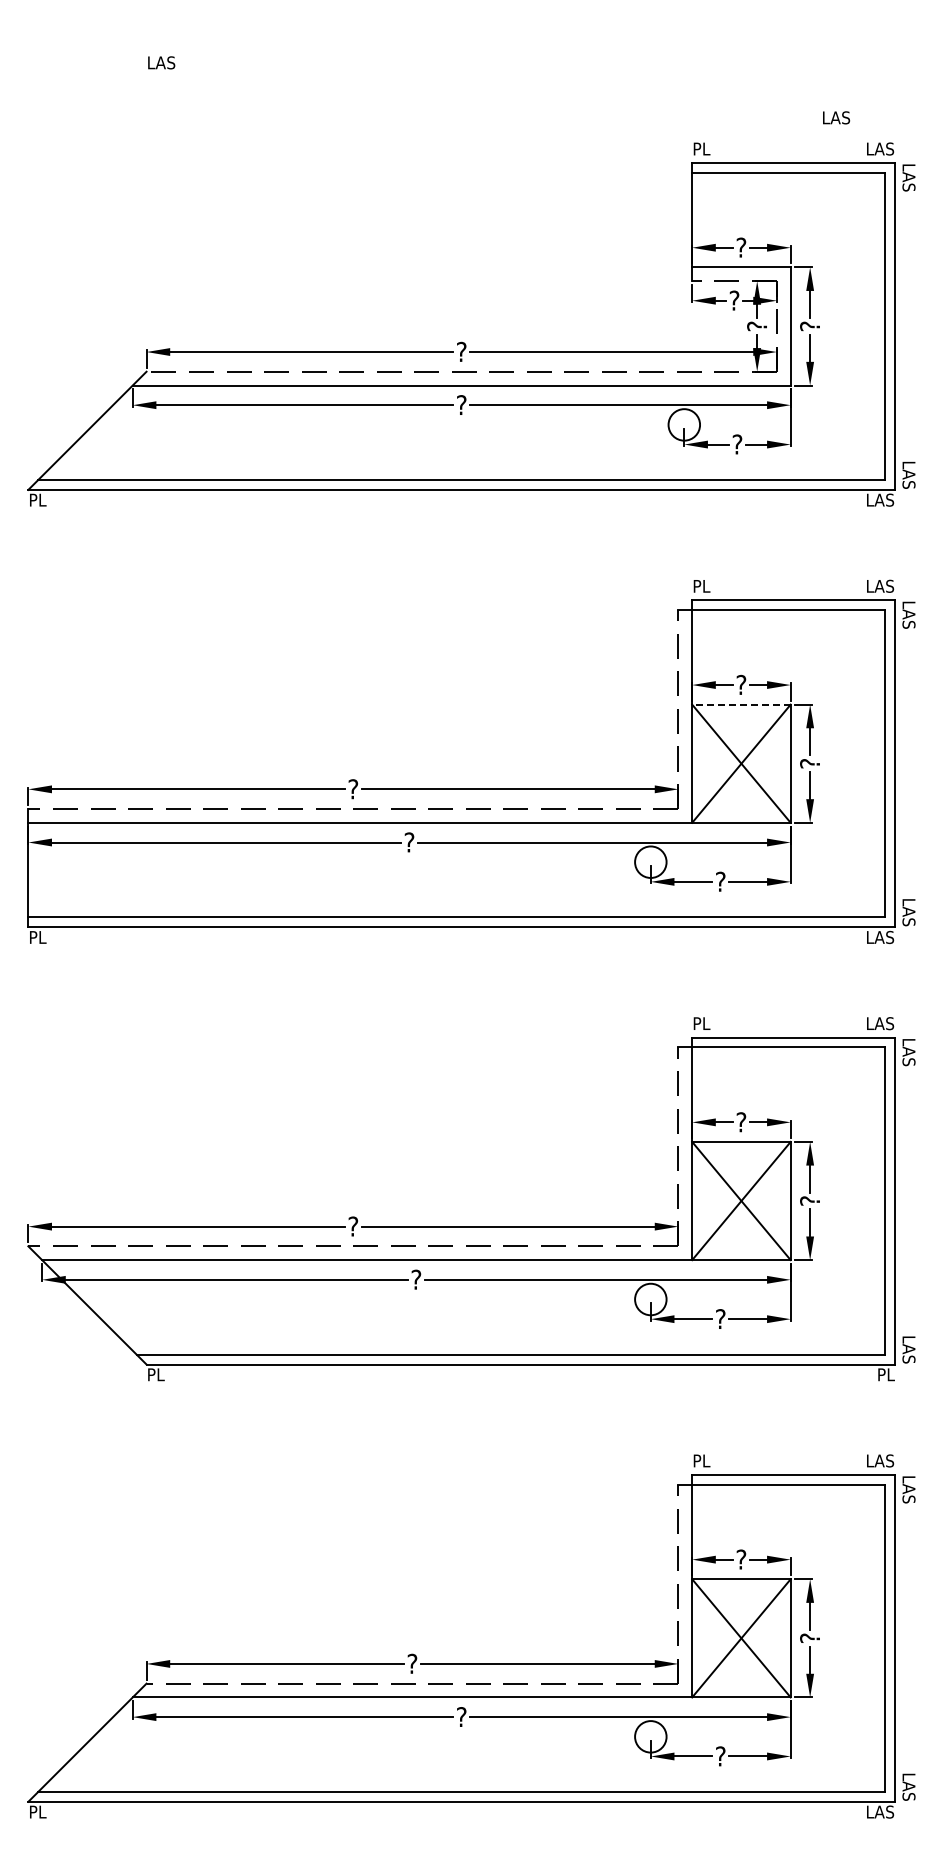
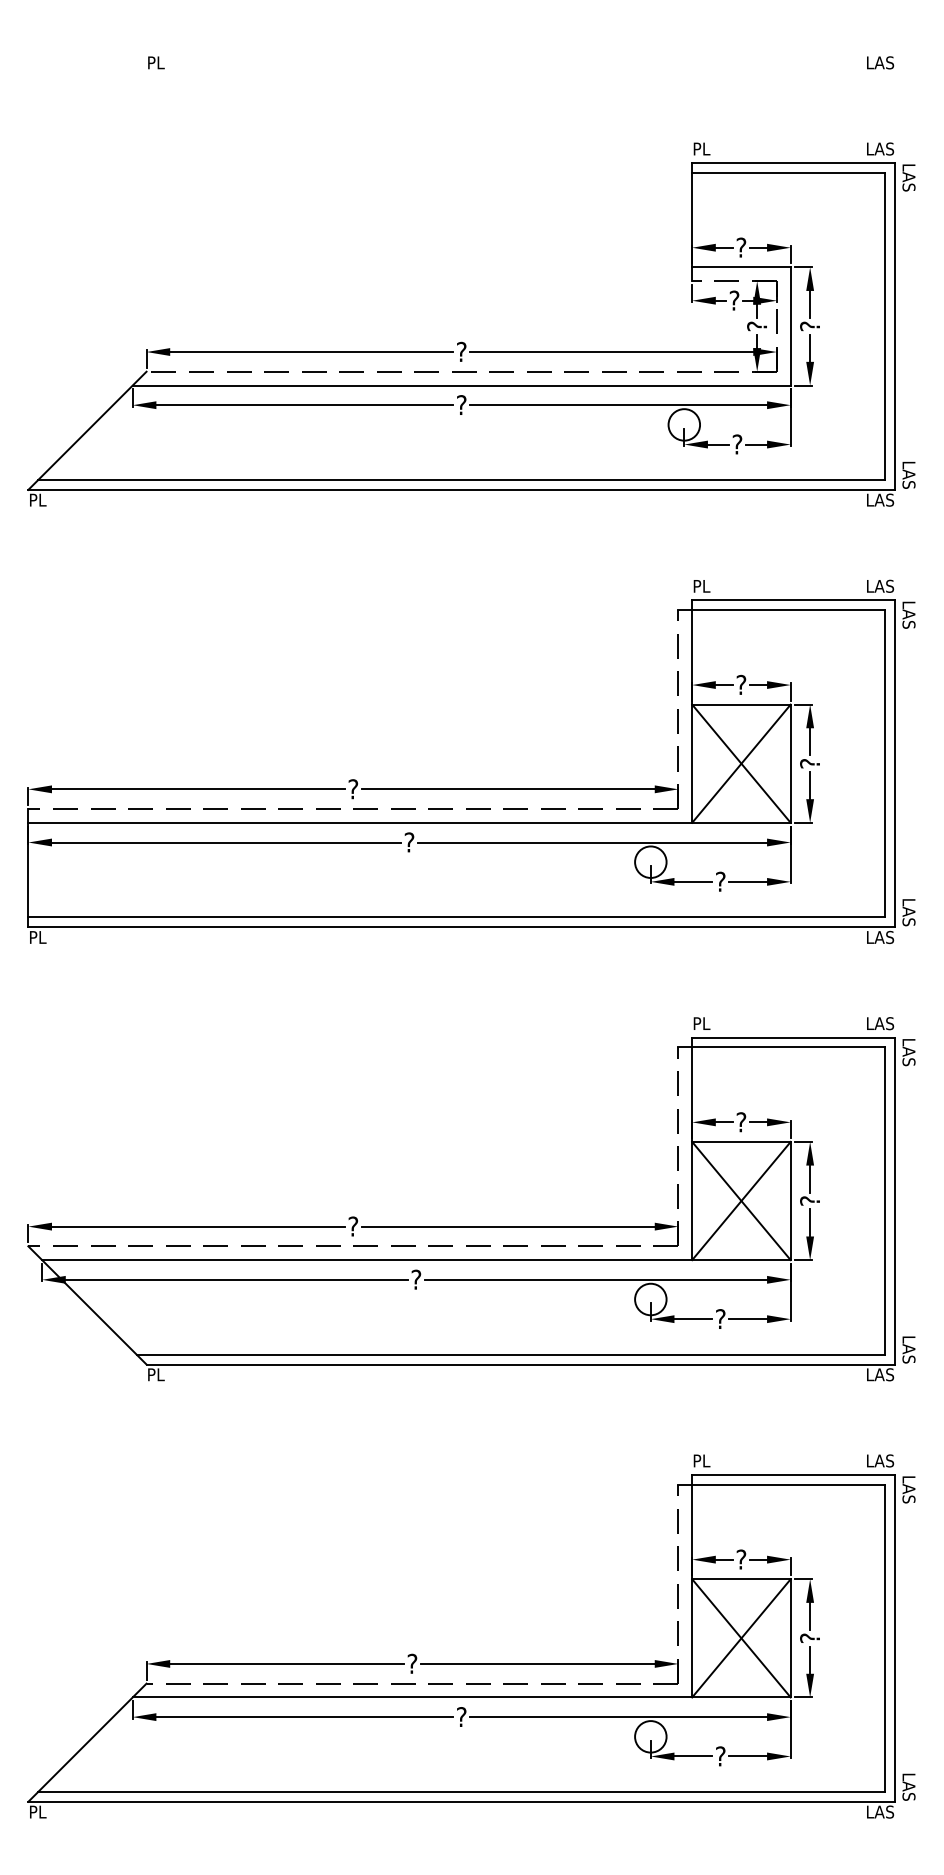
text at (162, 62): LAS -> PL
text at (836, 117) position: (836, 117) -> (880, 62)
line at (740, 704): dashed -> solid
text at (880, 1374): PL -> LAS
